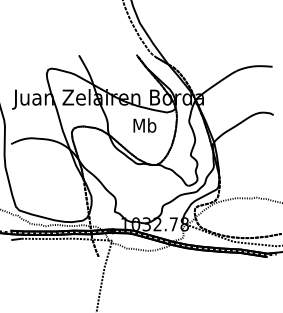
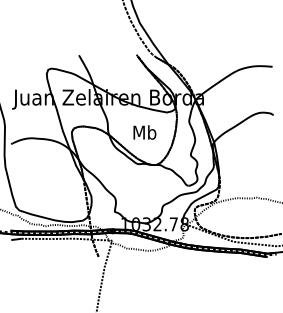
text at (144, 125) position: (144, 125) -> (144, 132)
